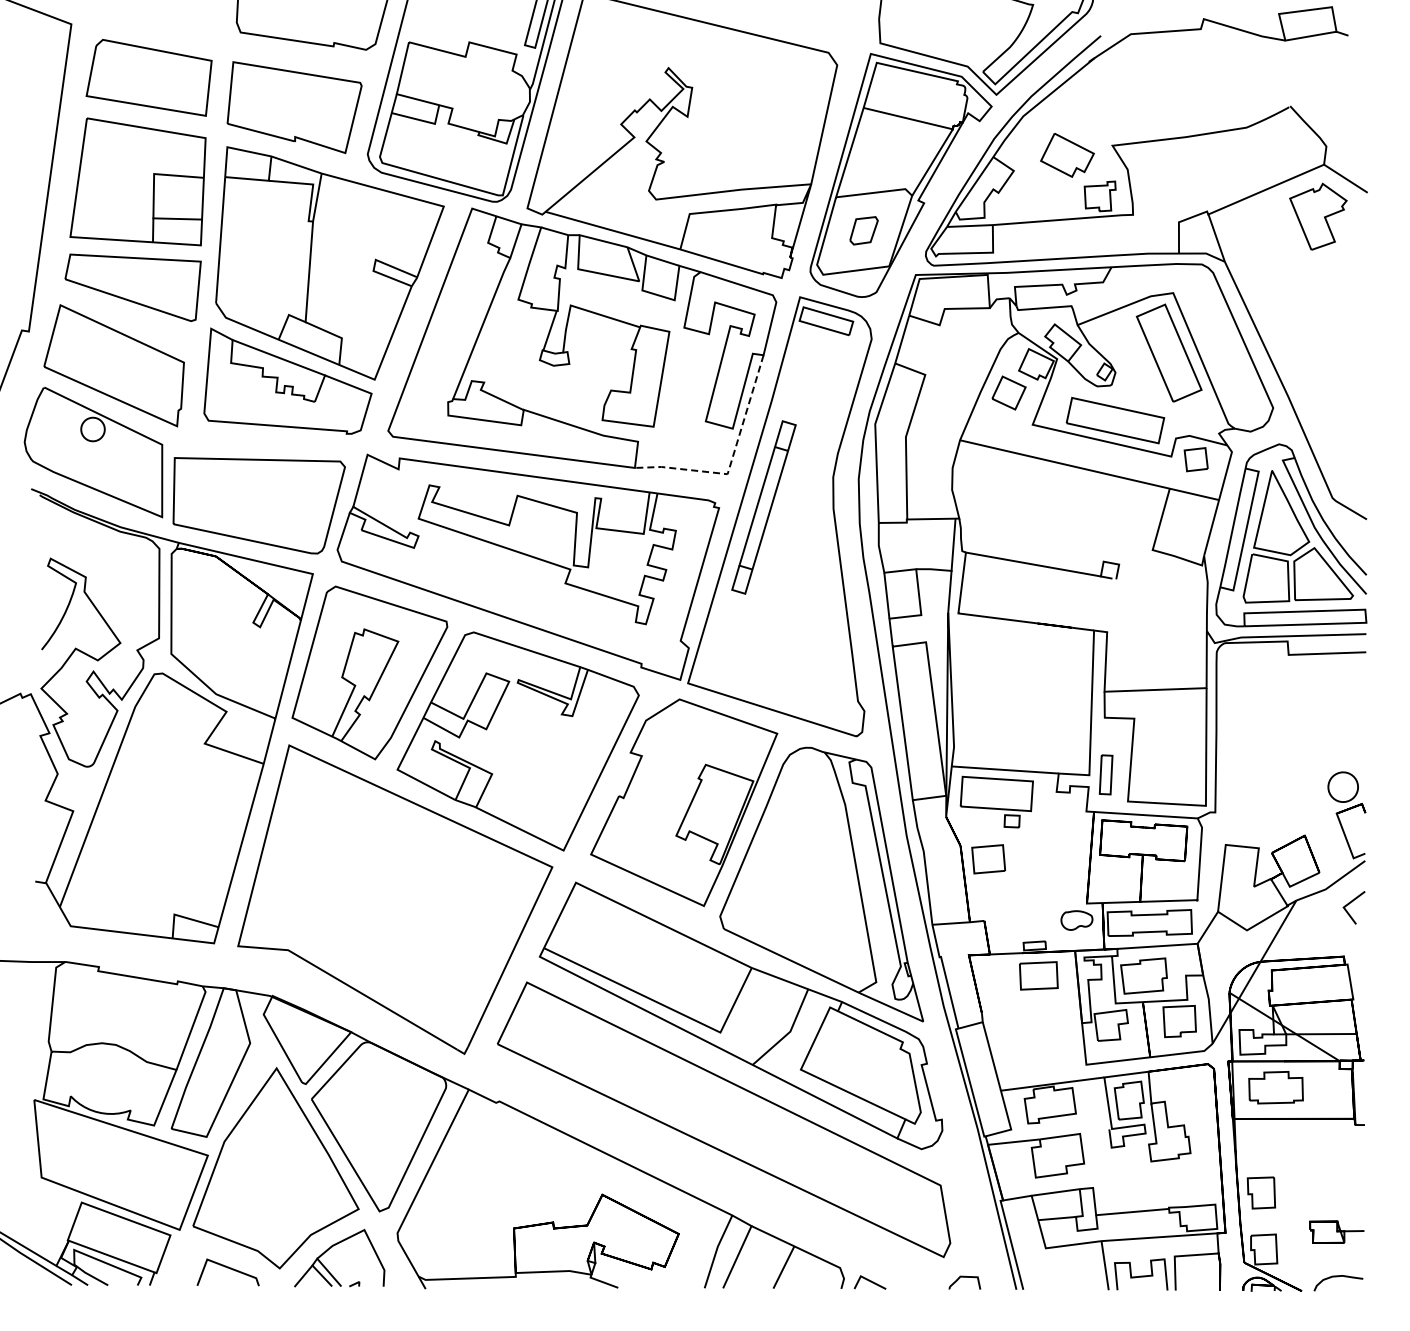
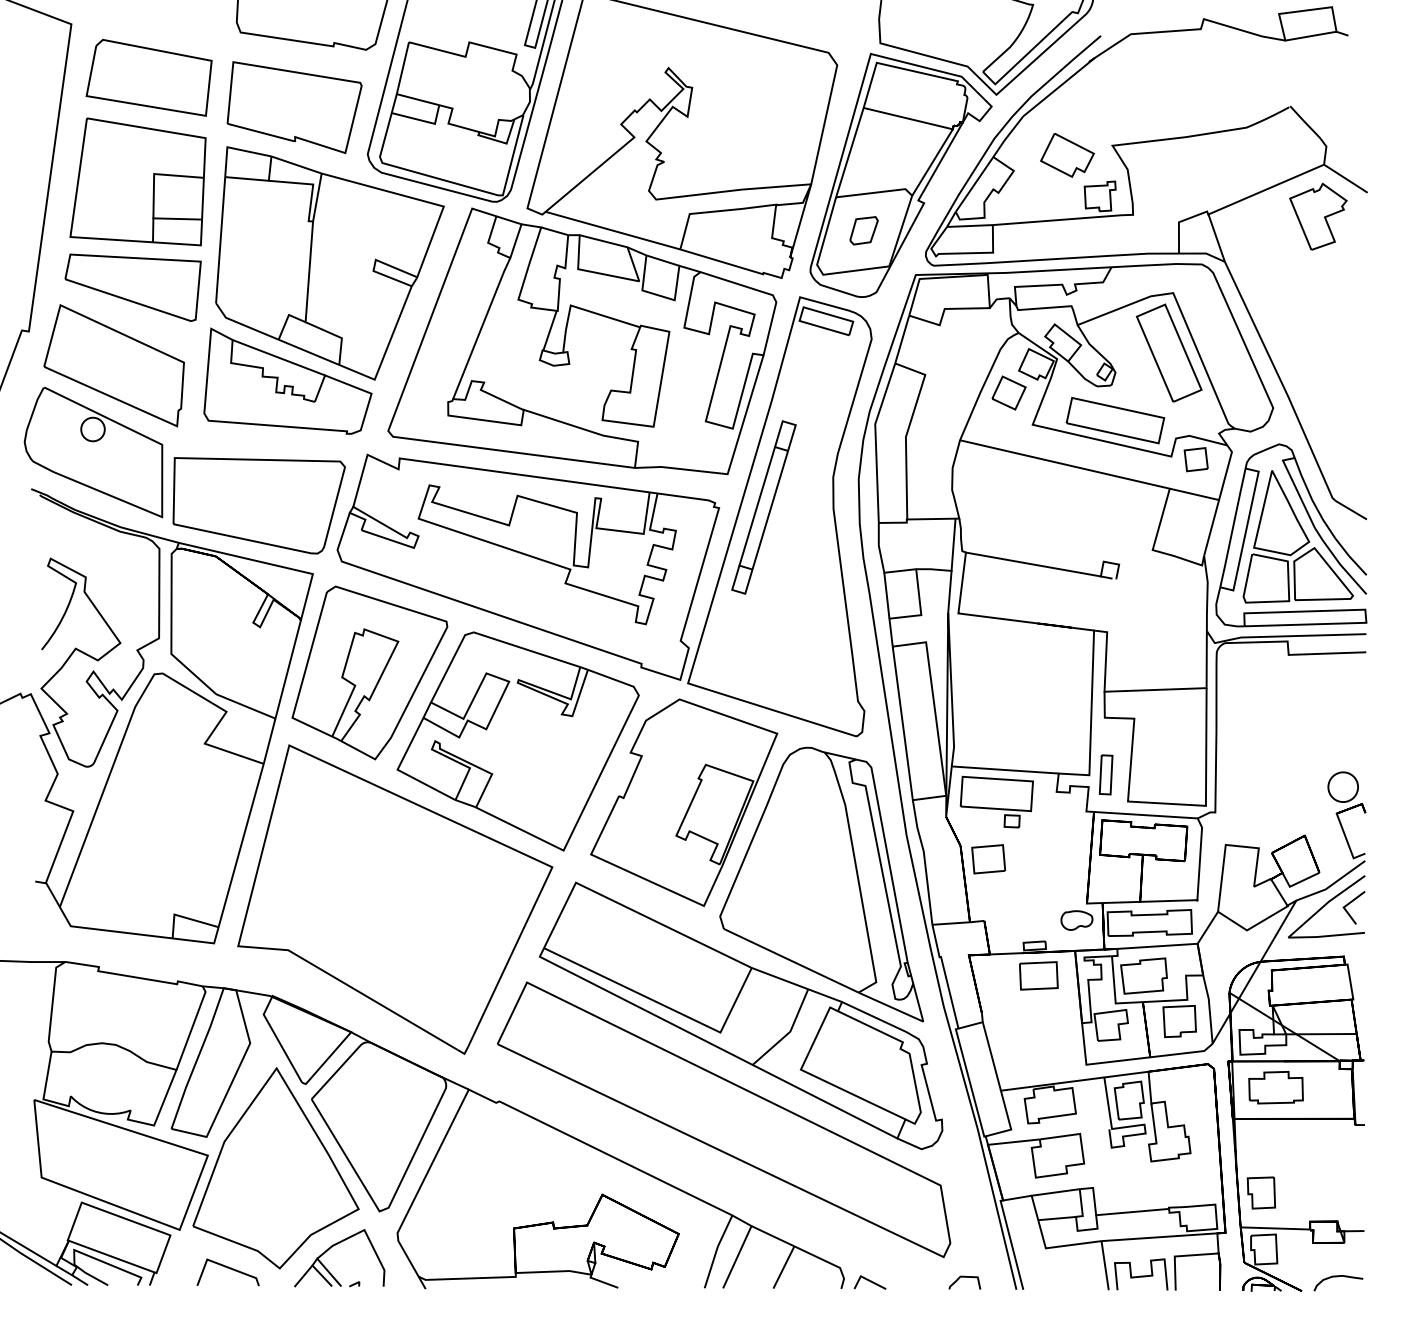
line at (731, 460): dashed -> solid
line at (1326, 905): none -> present
line at (1275, 1228): none -> present
